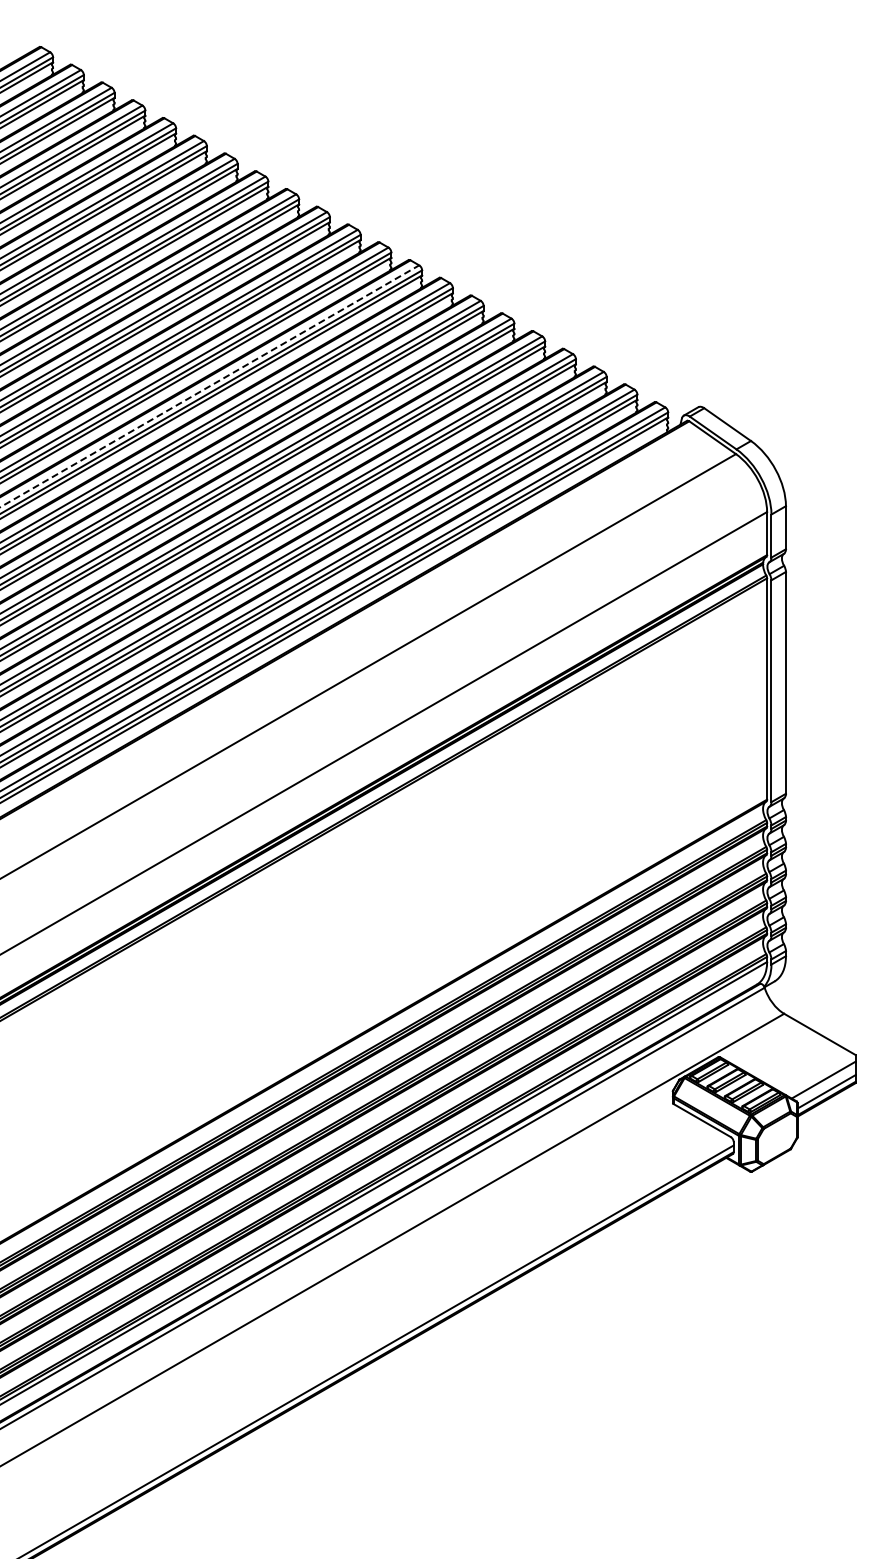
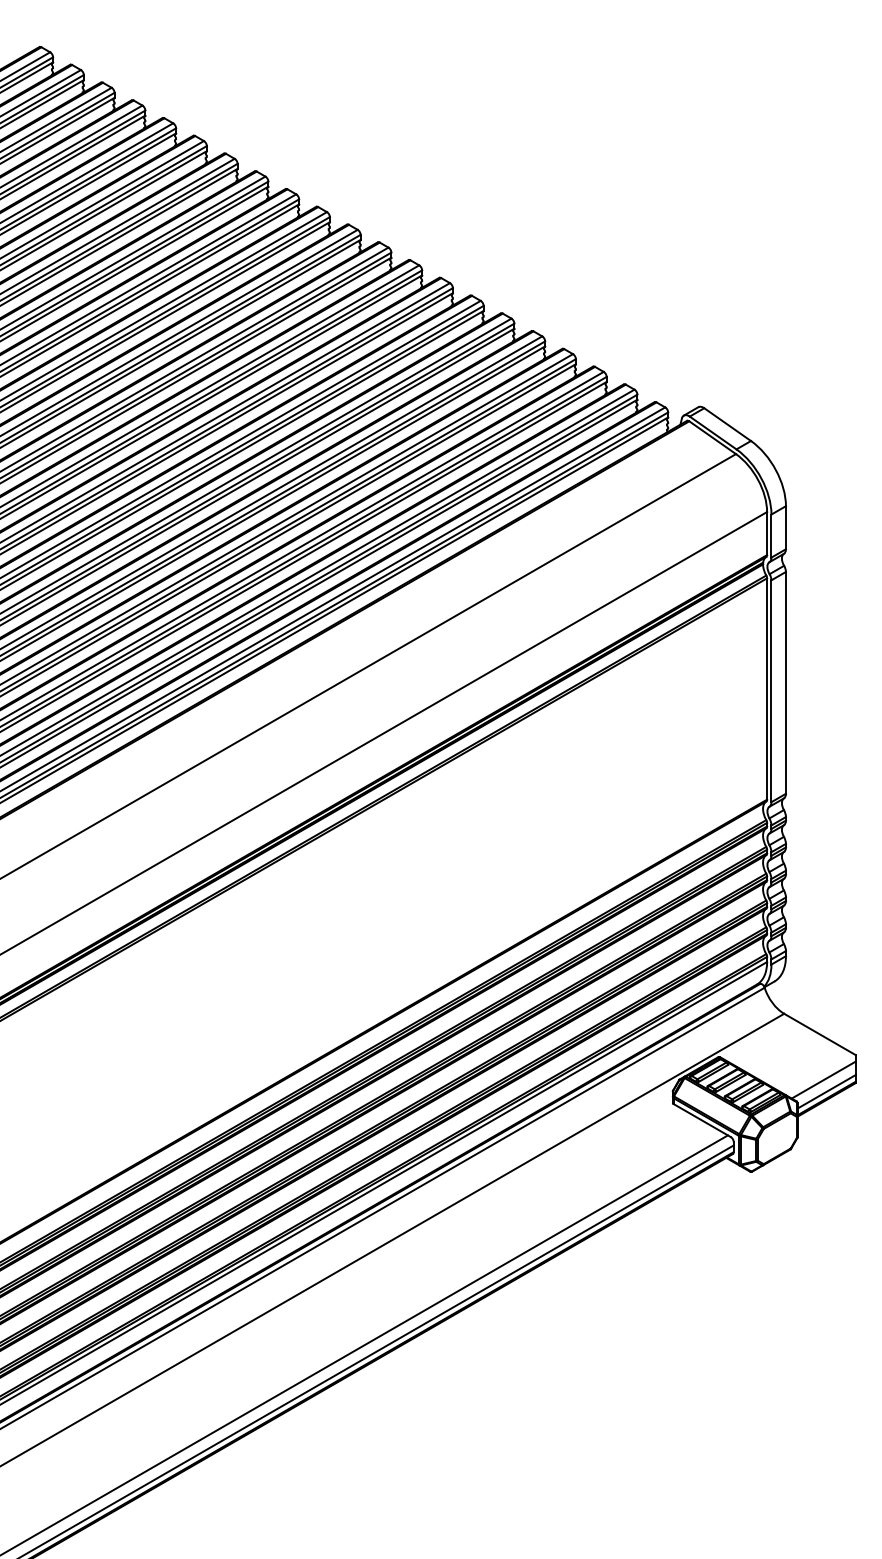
line at (209, 386): dashed -> solid
line at (364, 1344): none -> present
